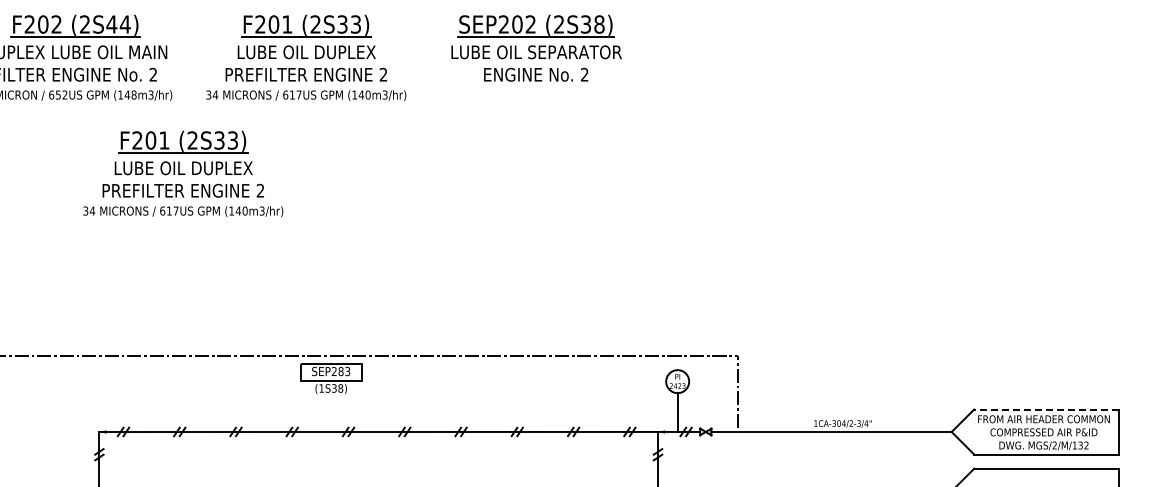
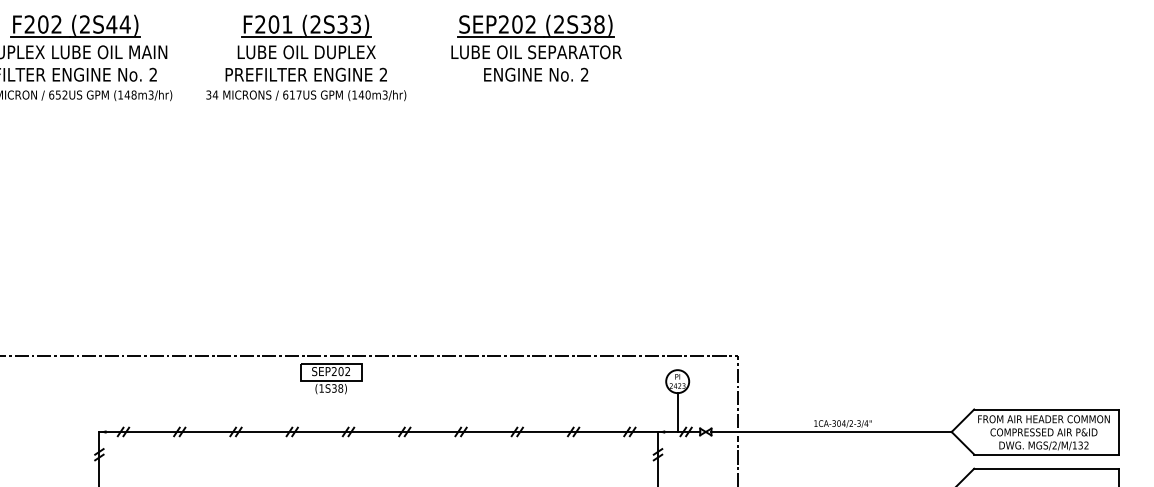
part at (183, 173): present -> none
text at (344, 371): SEP283 -> SEP202
line at (1046, 409): dashed -> solid
line at (737, 459): none -> present
